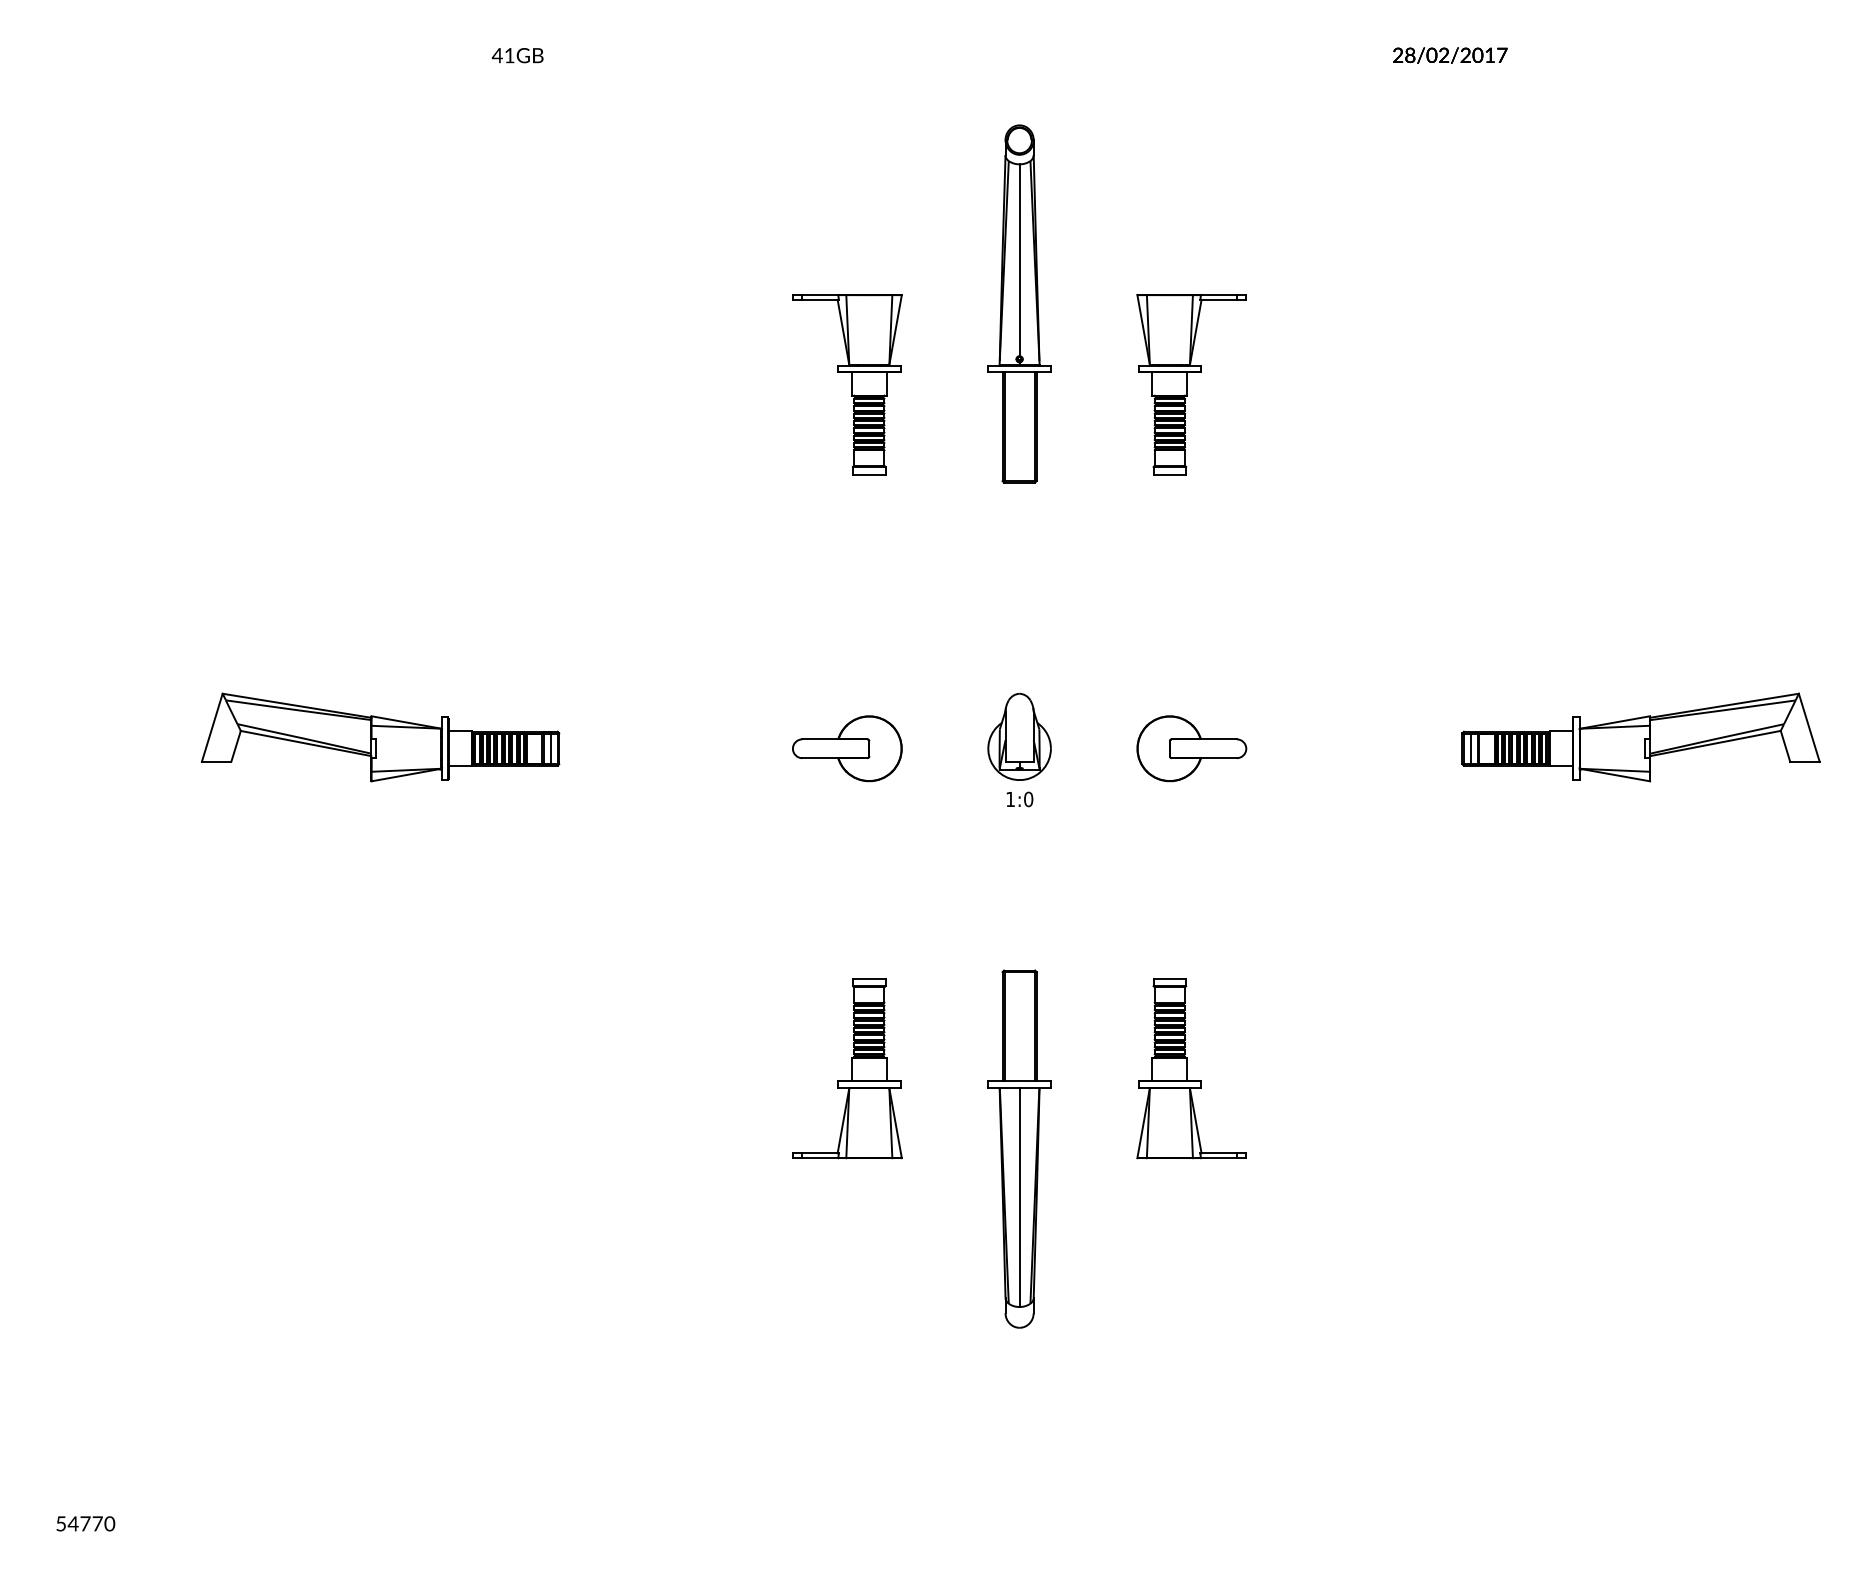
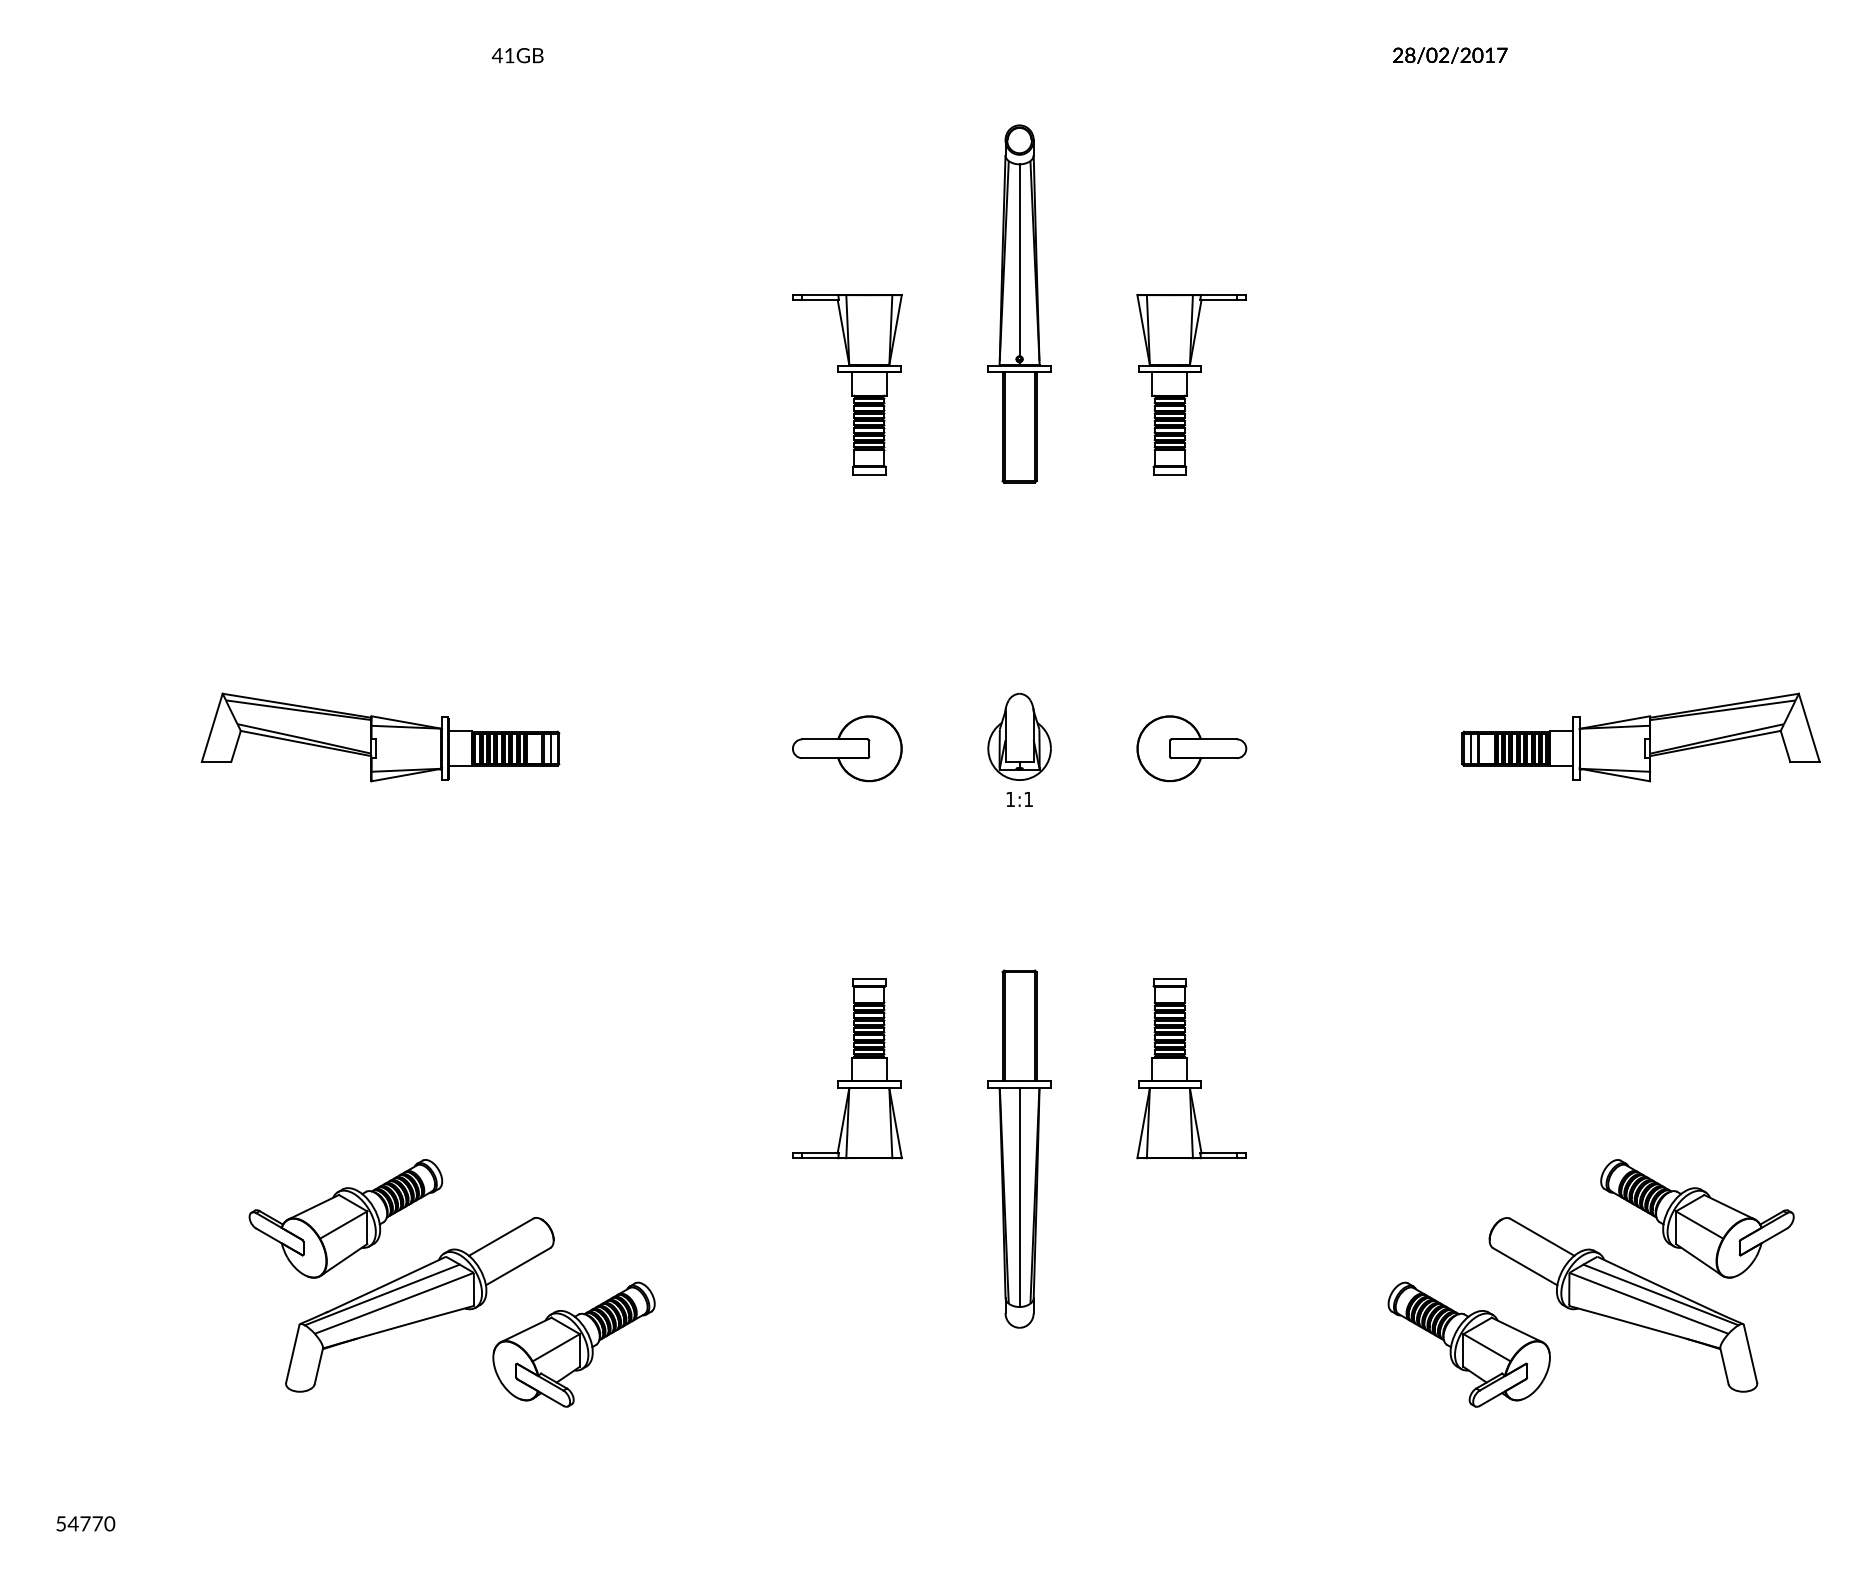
text at (1028, 799): 1:0 -> 1:1
part at (451, 1283): none -> present
part at (1590, 1283): none -> present
